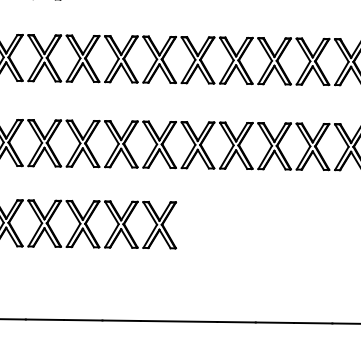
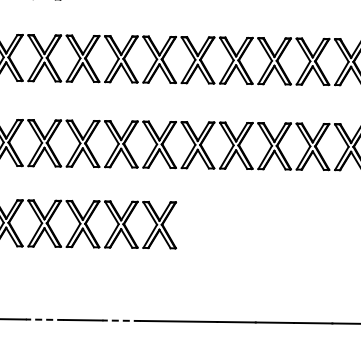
line at (44, 319): solid -> dashed
line at (121, 320): solid -> dashed
